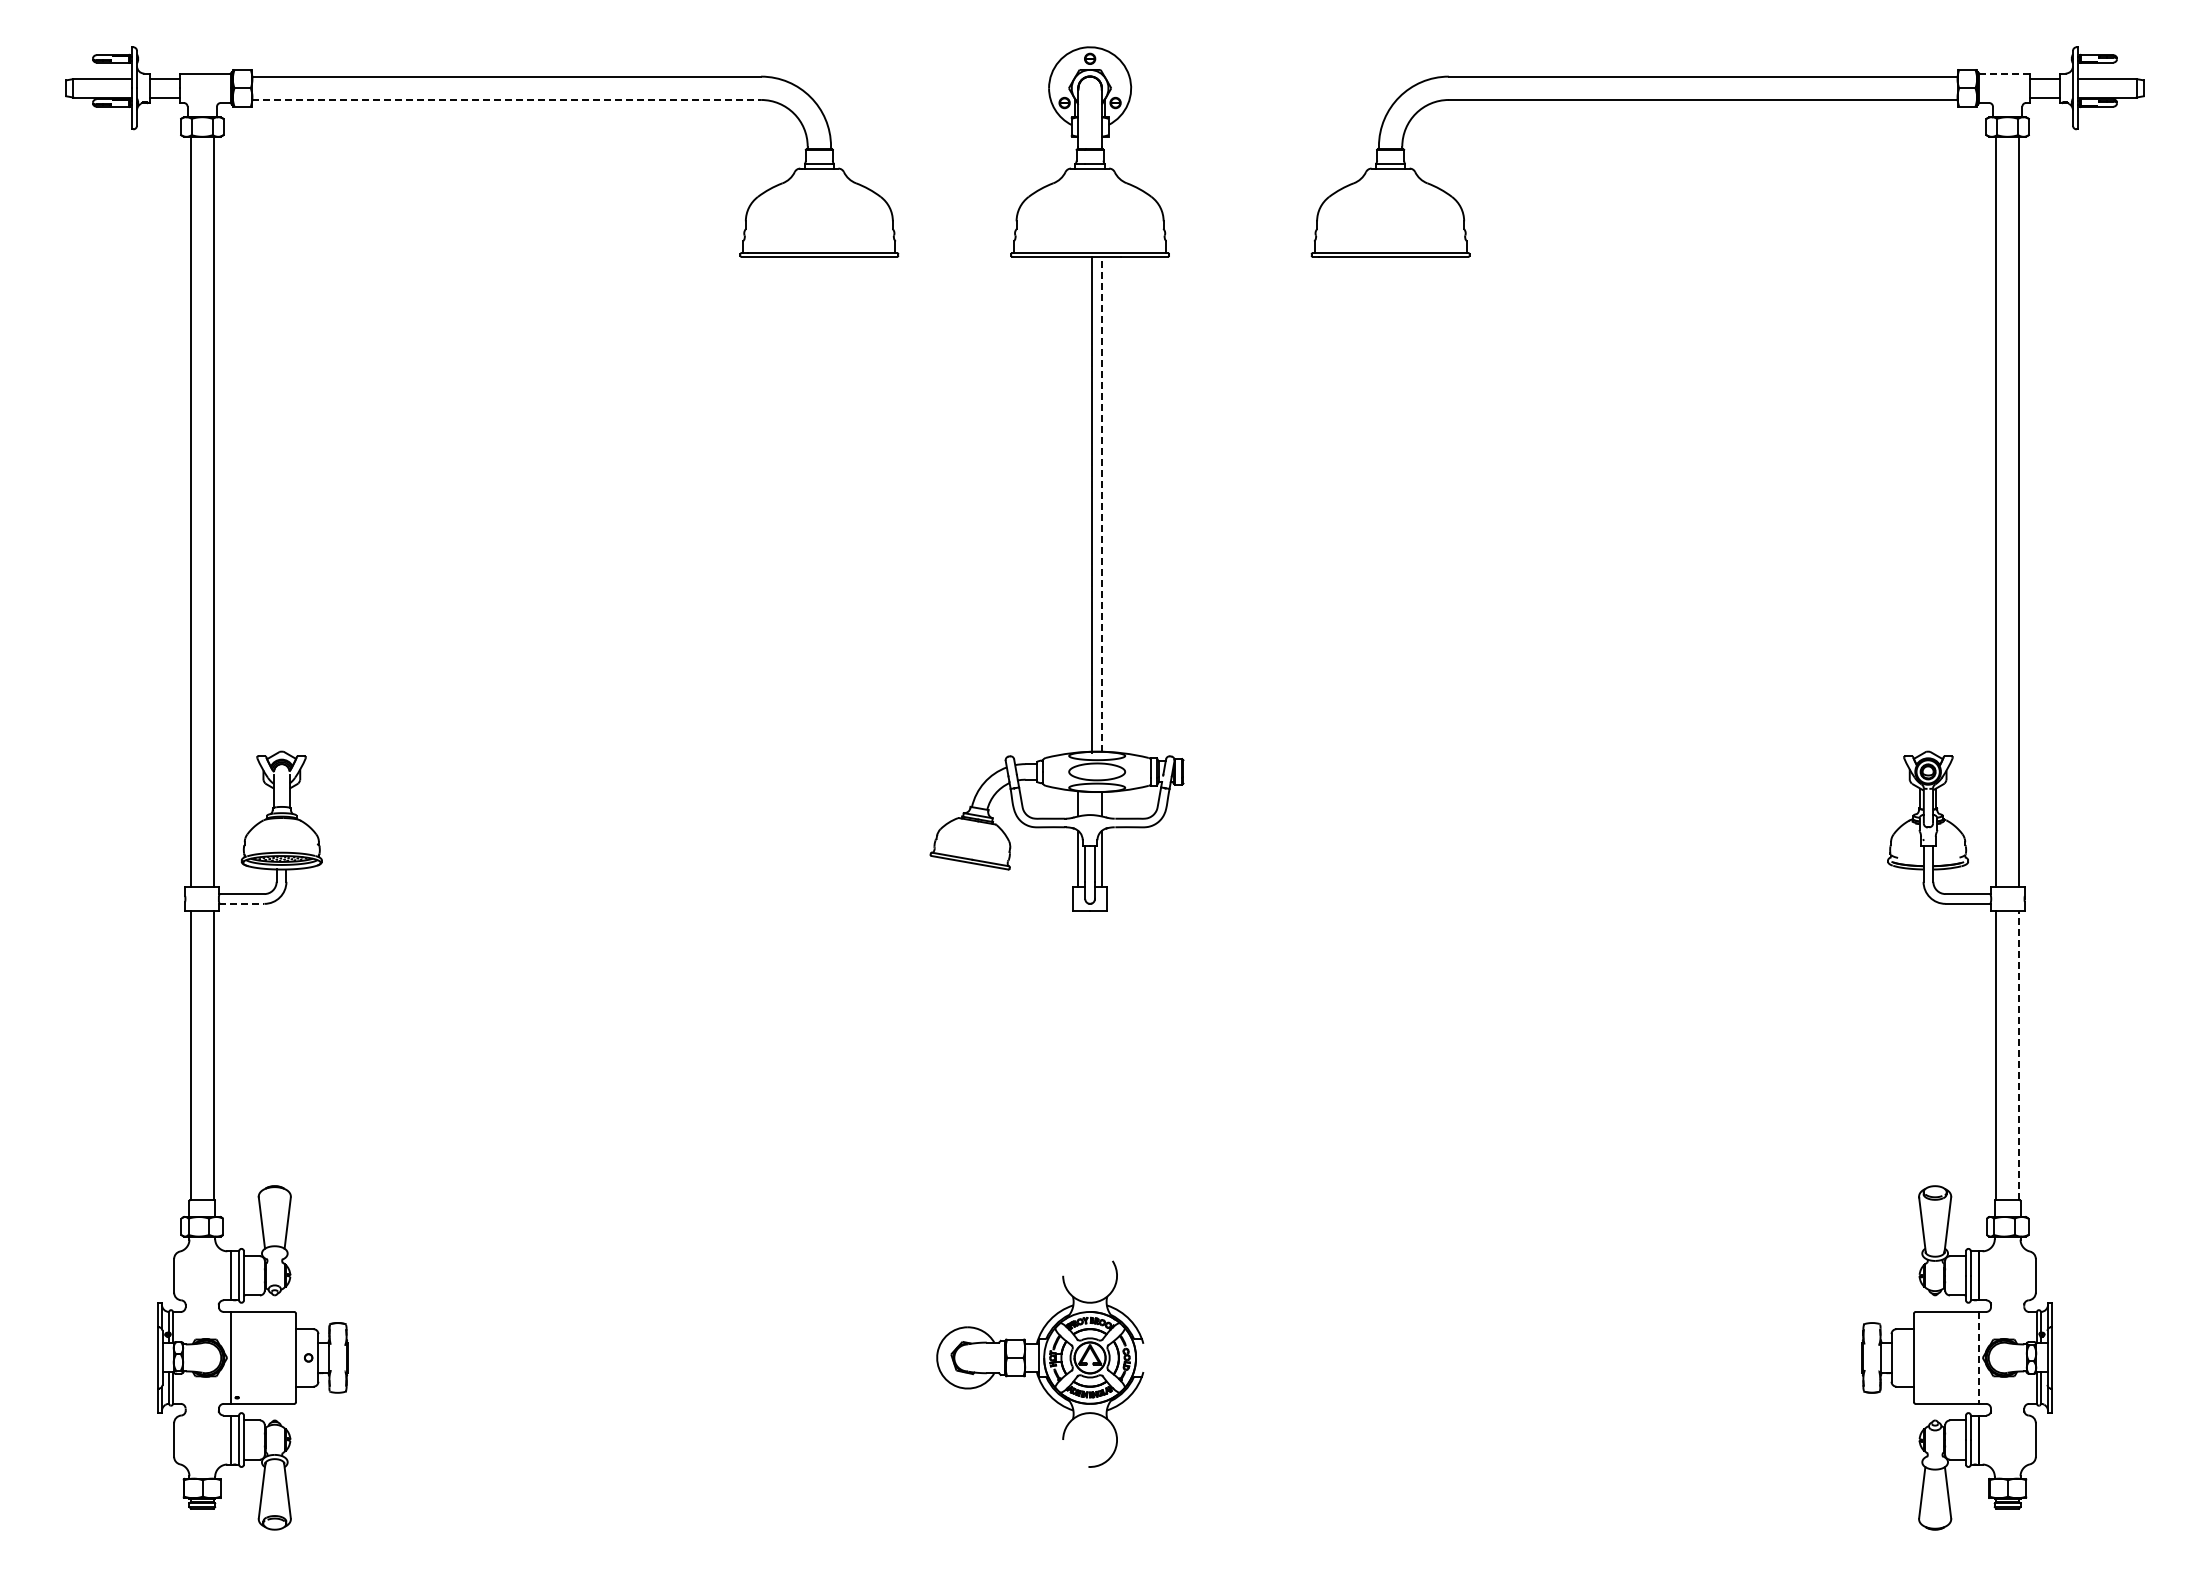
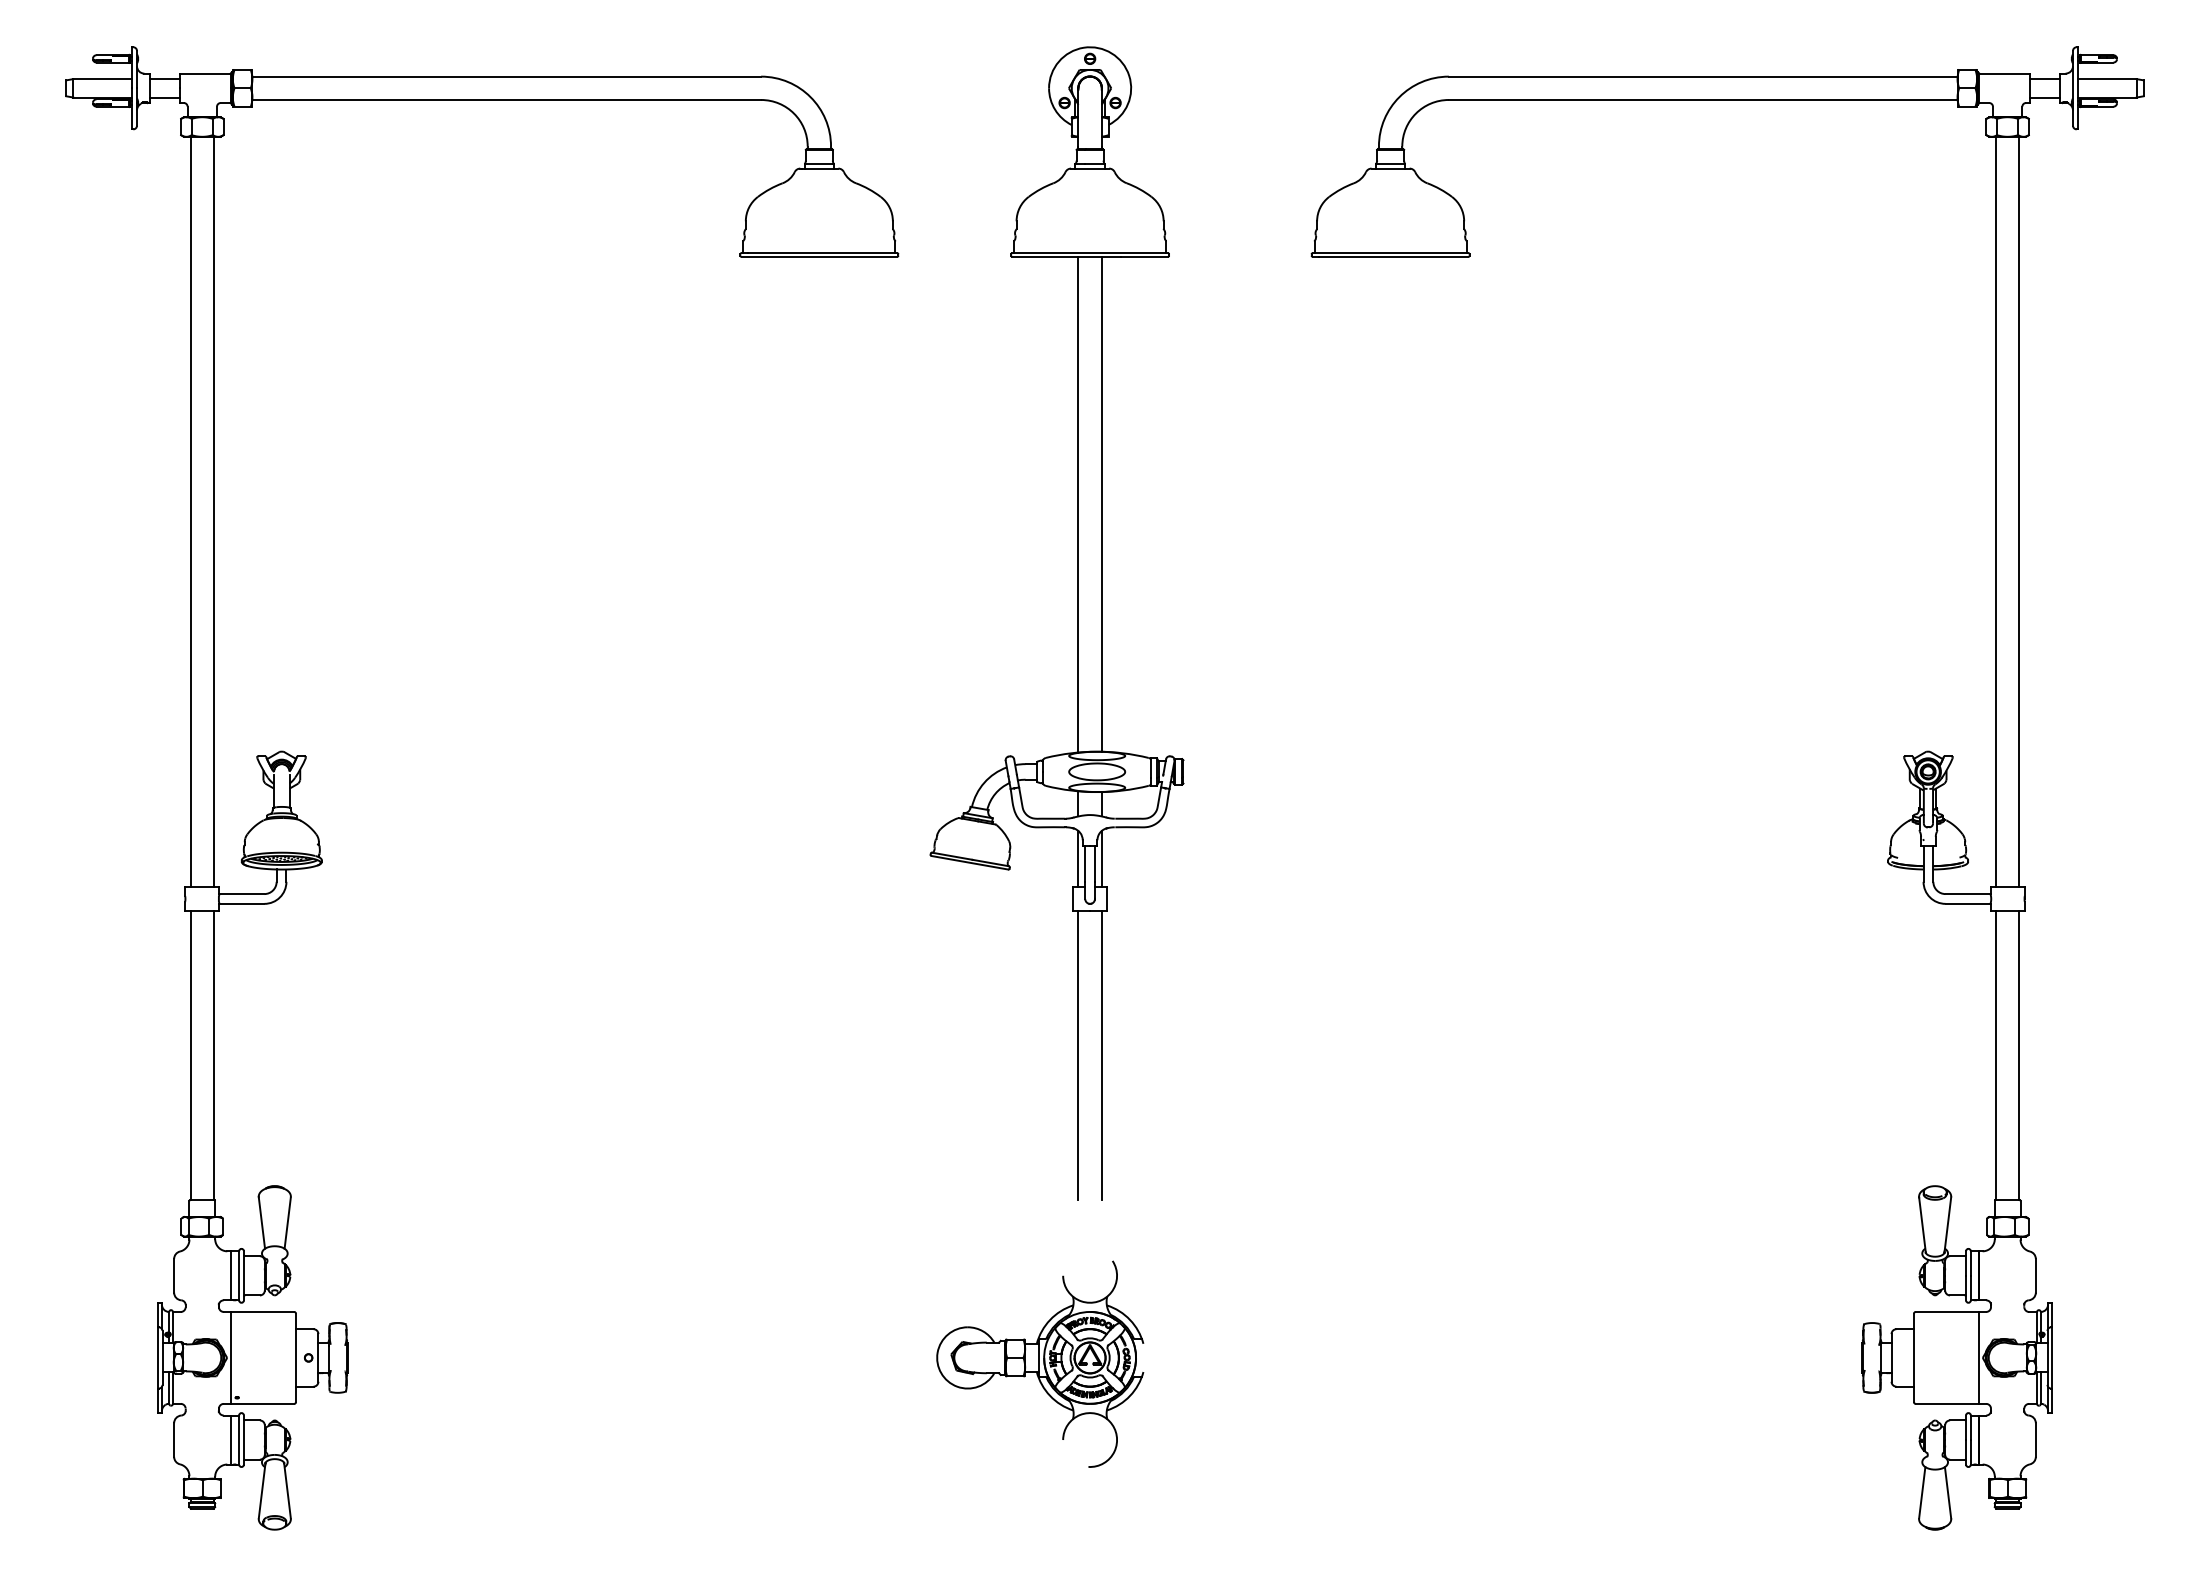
line at (2004, 73): dashed -> solid
line at (507, 99): dashed -> solid
line at (1101, 503): dashed -> solid
line at (1092, 504) position: (1092, 504) -> (1078, 504)
line at (242, 903): dashed -> solid
line at (1078, 1055): none -> present
line at (1101, 1055): none -> present
line at (2019, 1055): dashed -> solid
line at (1978, 1357): dashed -> solid
